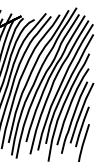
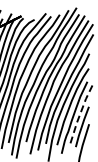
line at (80, 112): solid -> dashed
